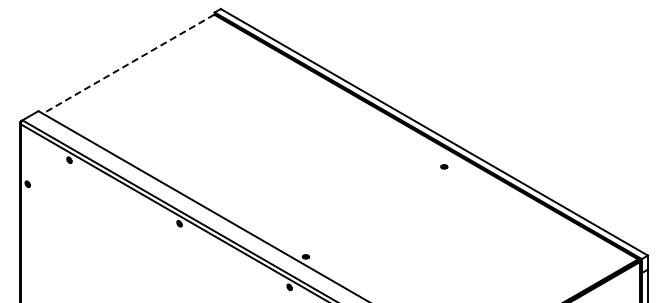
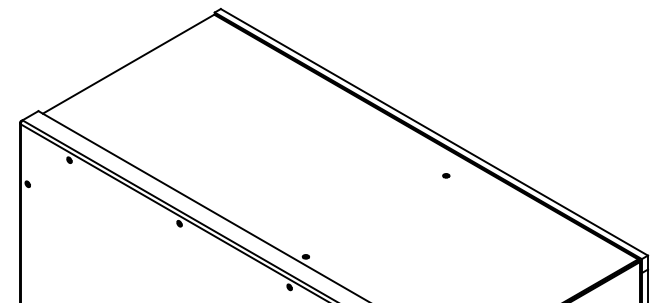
line at (128, 64): dashed -> solid
part at (444, 166) position: (444, 166) -> (446, 175)
